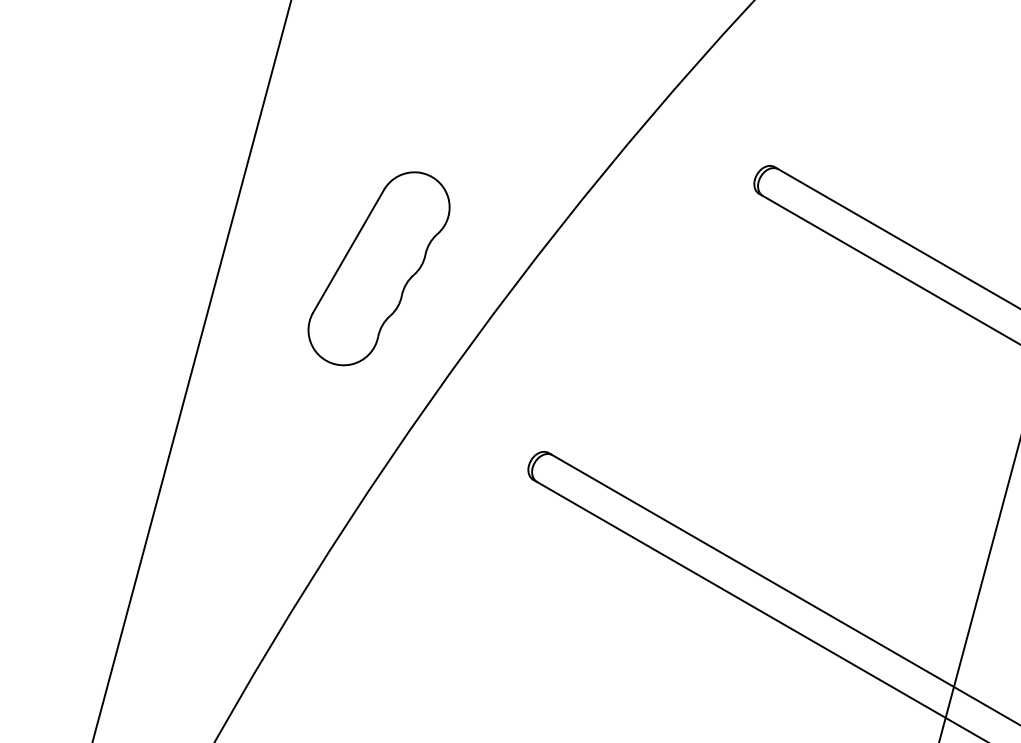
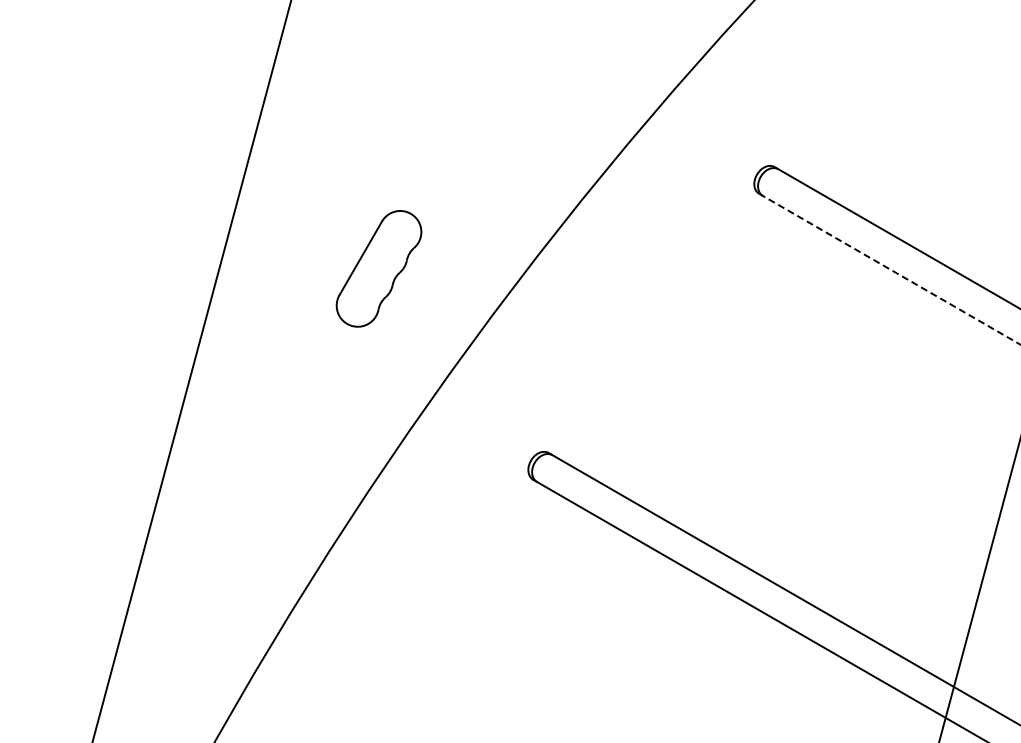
part at (378, 268) size: 144x196 px -> 88x118 px
line at (889, 269): solid -> dashed
